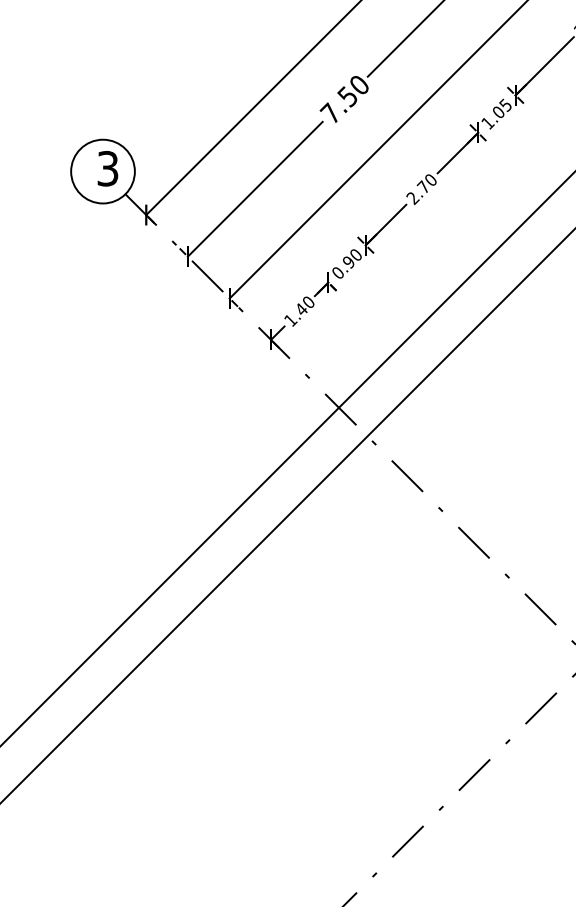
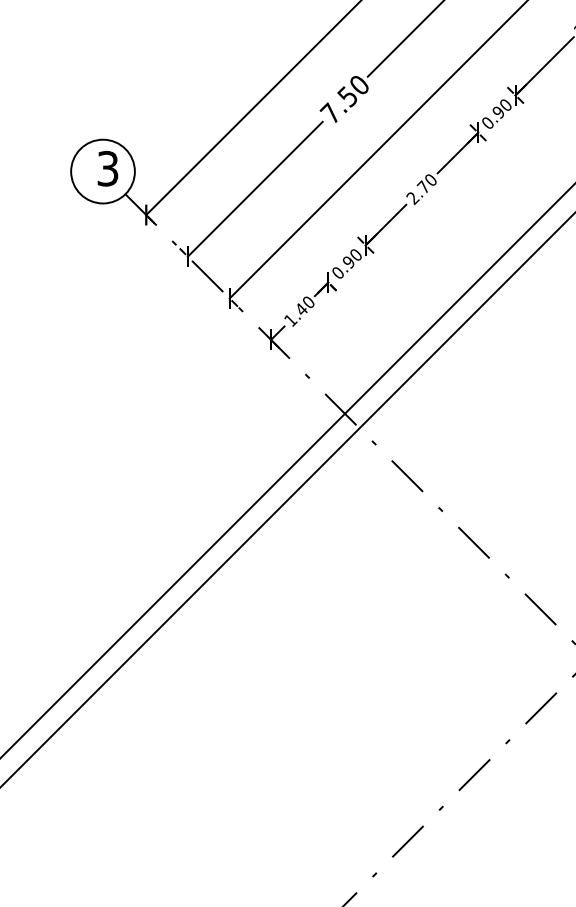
text at (495, 113): 1.05 -> 0.90
line at (287, 459) position: (287, 459) -> (287, 470)
line at (287, 516) position: (287, 516) -> (287, 500)
